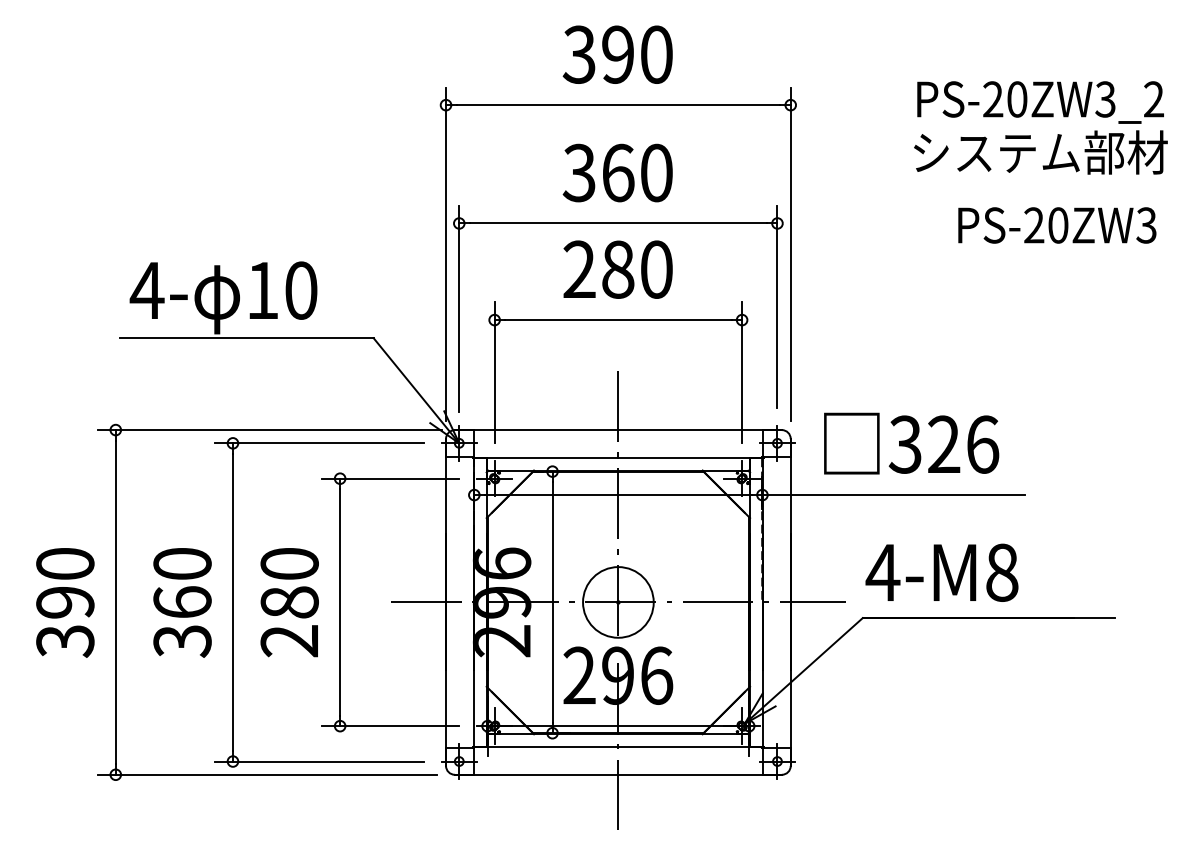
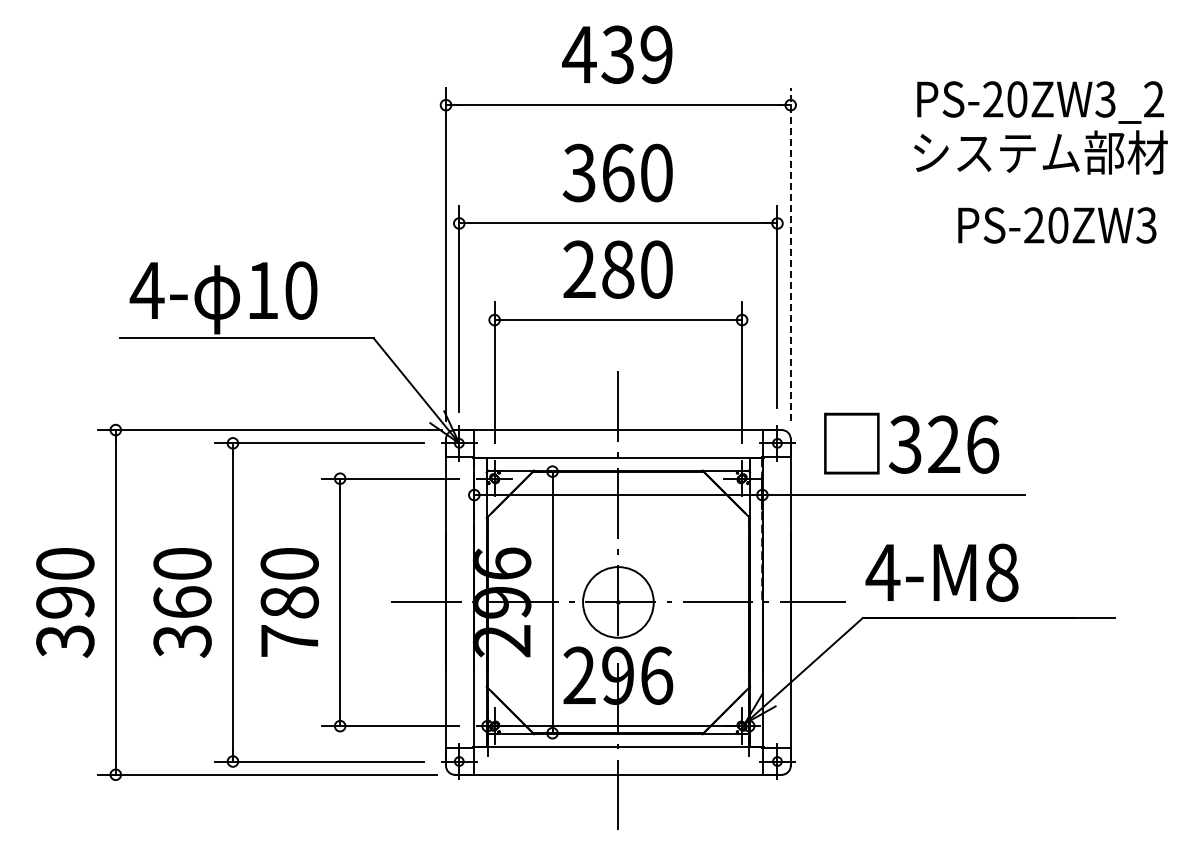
text at (617, 54): 390 -> 439
line at (790, 254): solid -> dashed
text at (288, 641): 280 -> 780
